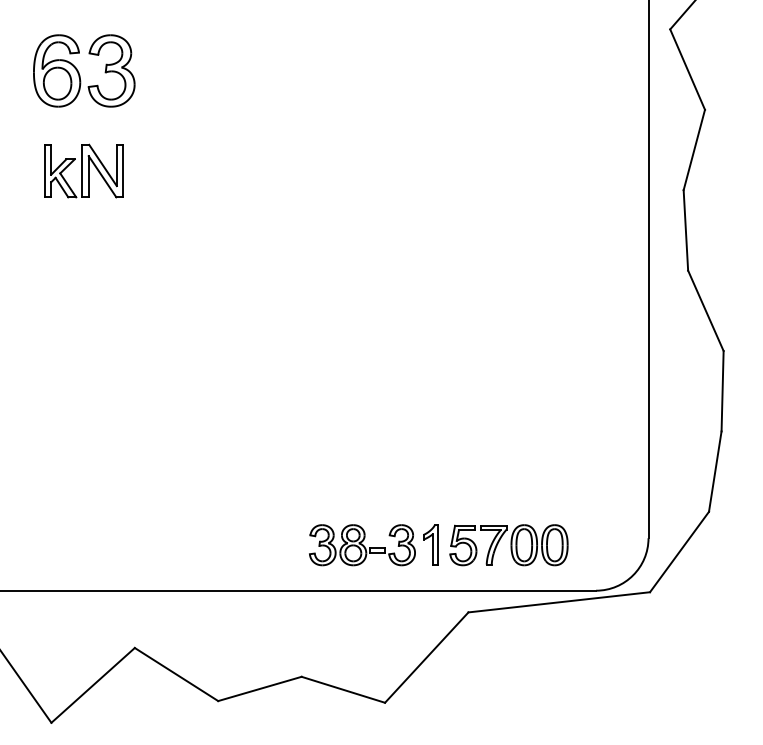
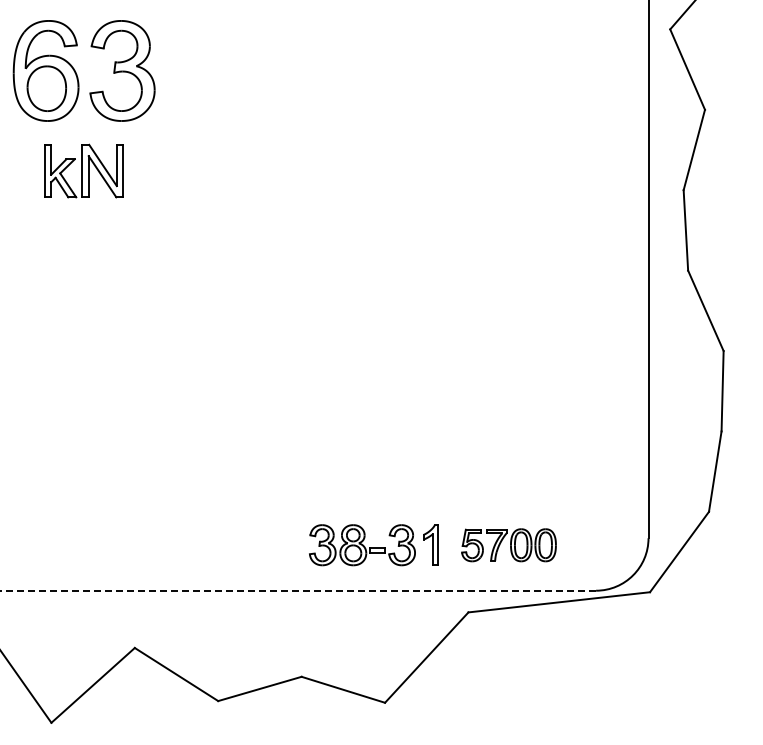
part at (84, 70) size: 103x74 px -> 144x102 px
part at (508, 545) size: 120x43 px -> 96x35 px
line at (298, 590): solid -> dashed
